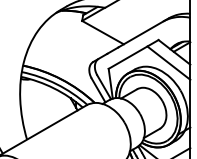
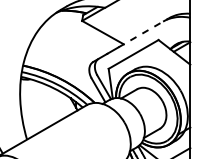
line at (143, 32): solid -> dashed
line at (168, 62): present -> none
